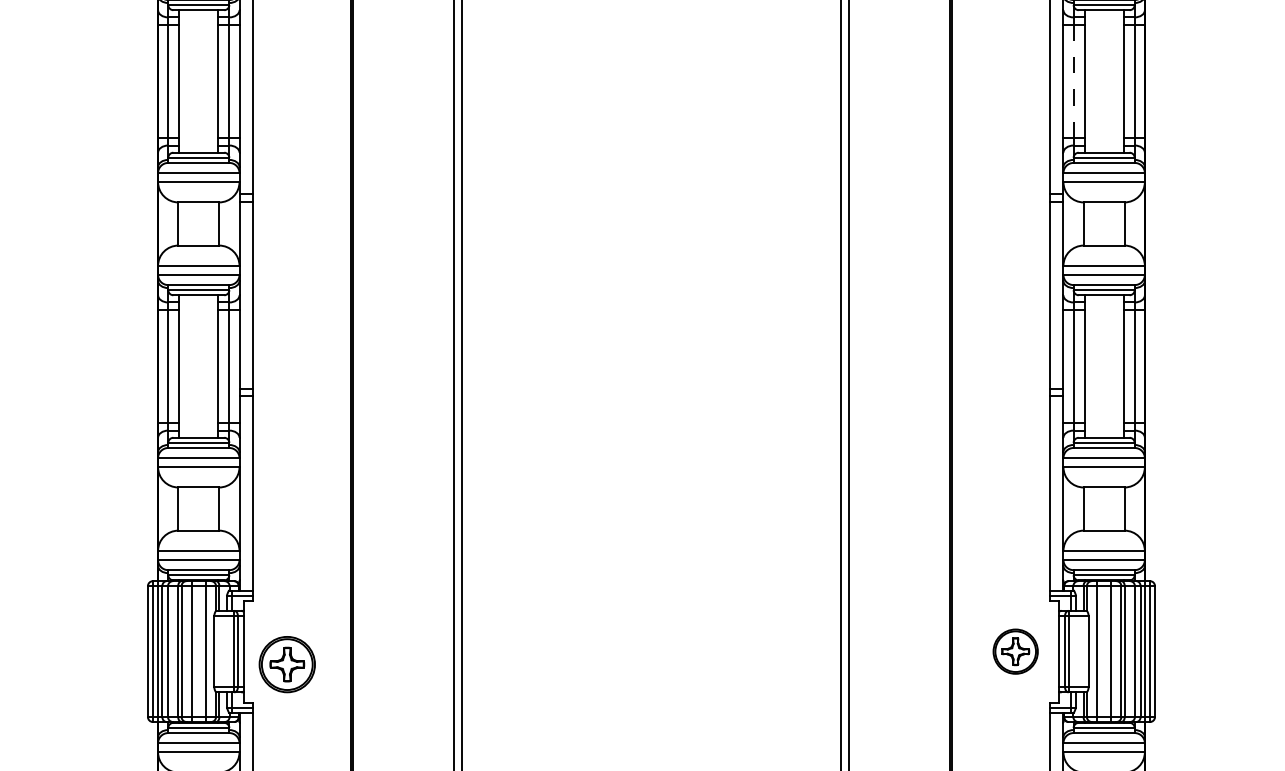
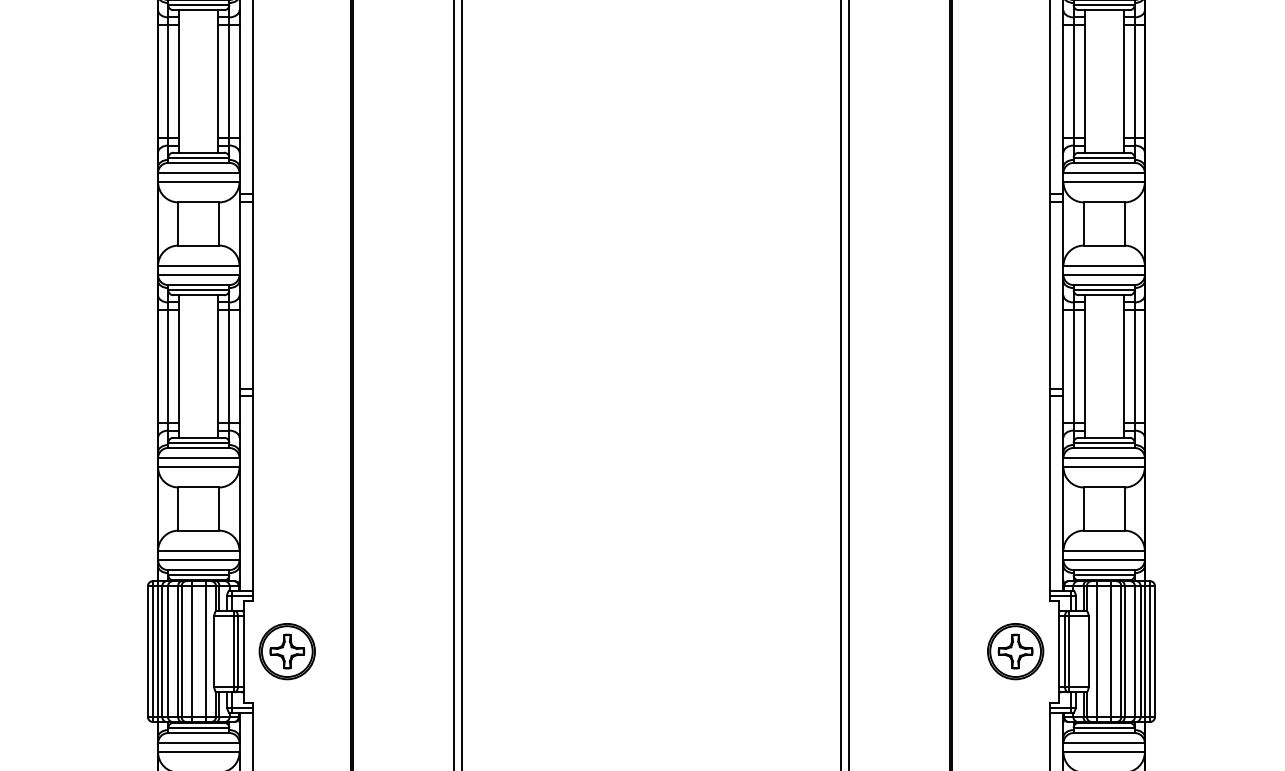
line at (1073, 81): dashed -> solid
part at (1015, 651) size: 47x47 px -> 58x58 px
part at (286, 664) position: (286, 664) -> (286, 651)
